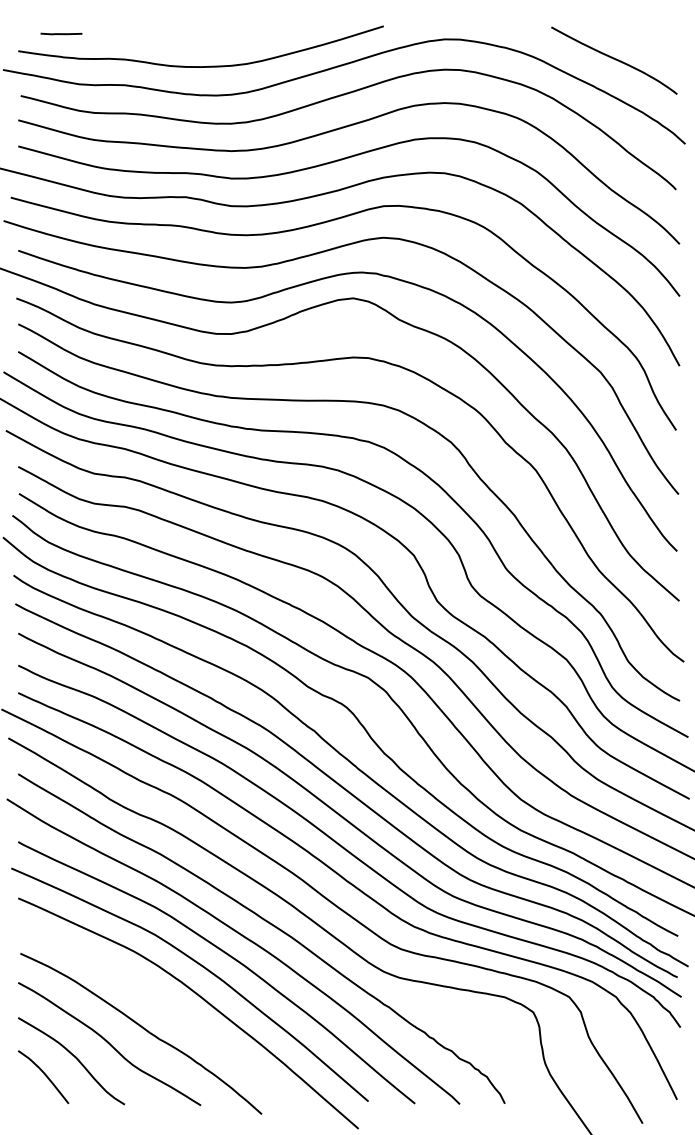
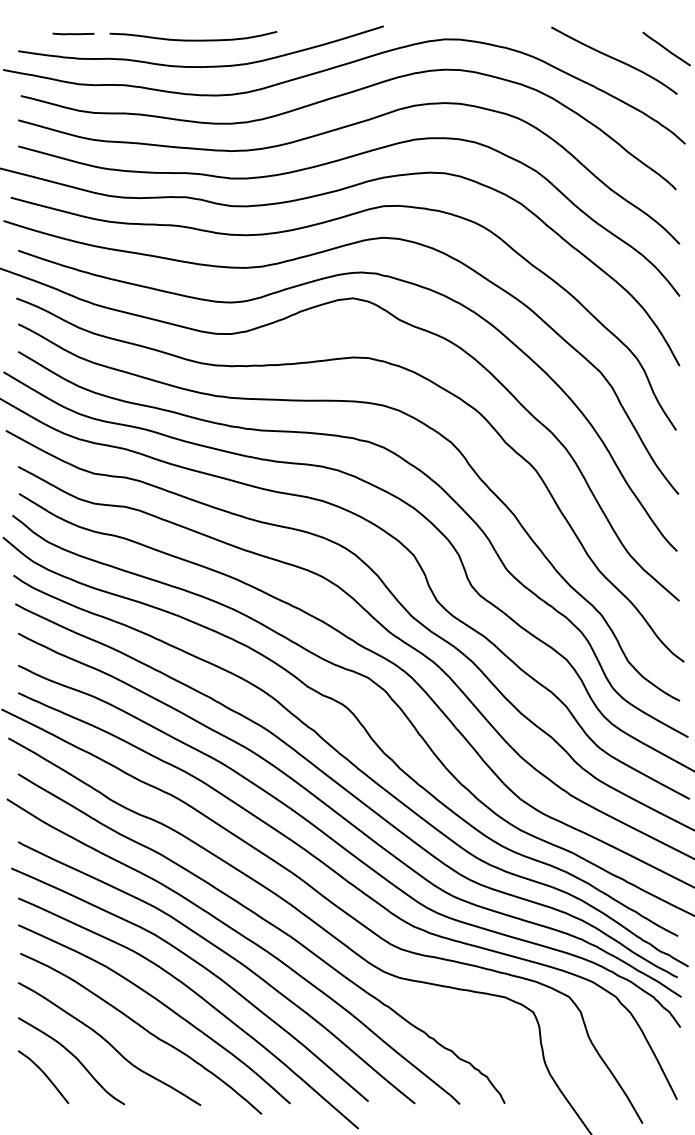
line at (61, 33) position: (61, 33) -> (73, 33)
curve at (193, 39): none -> present
line at (666, 48): none -> present
curve at (160, 1003): none -> present
